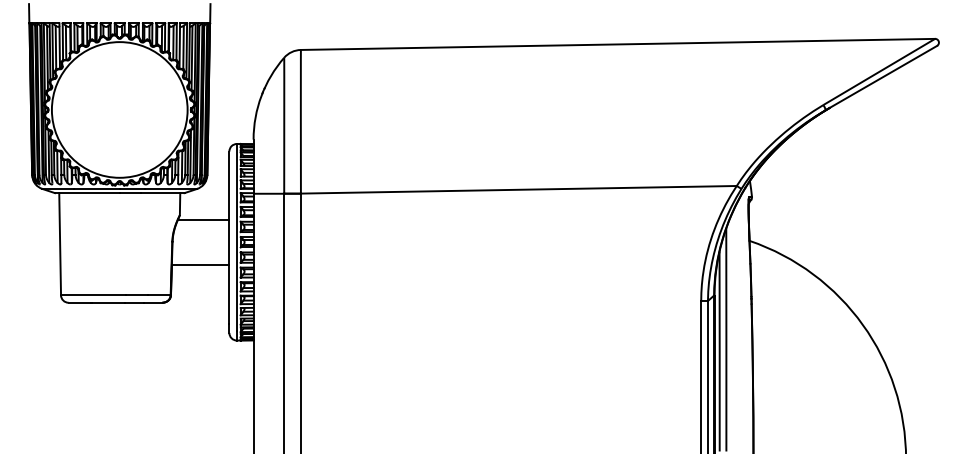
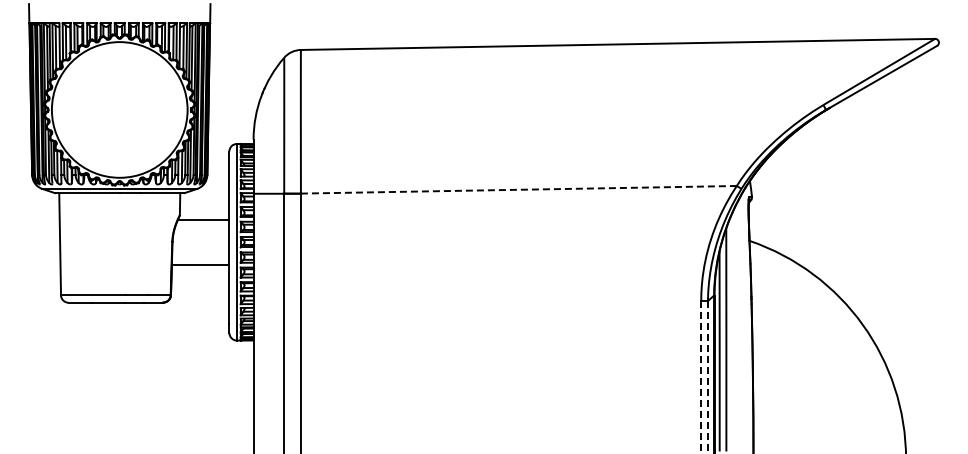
line at (518, 189): solid -> dashed
line at (701, 377): solid -> dashed
line at (707, 377): solid -> dashed
